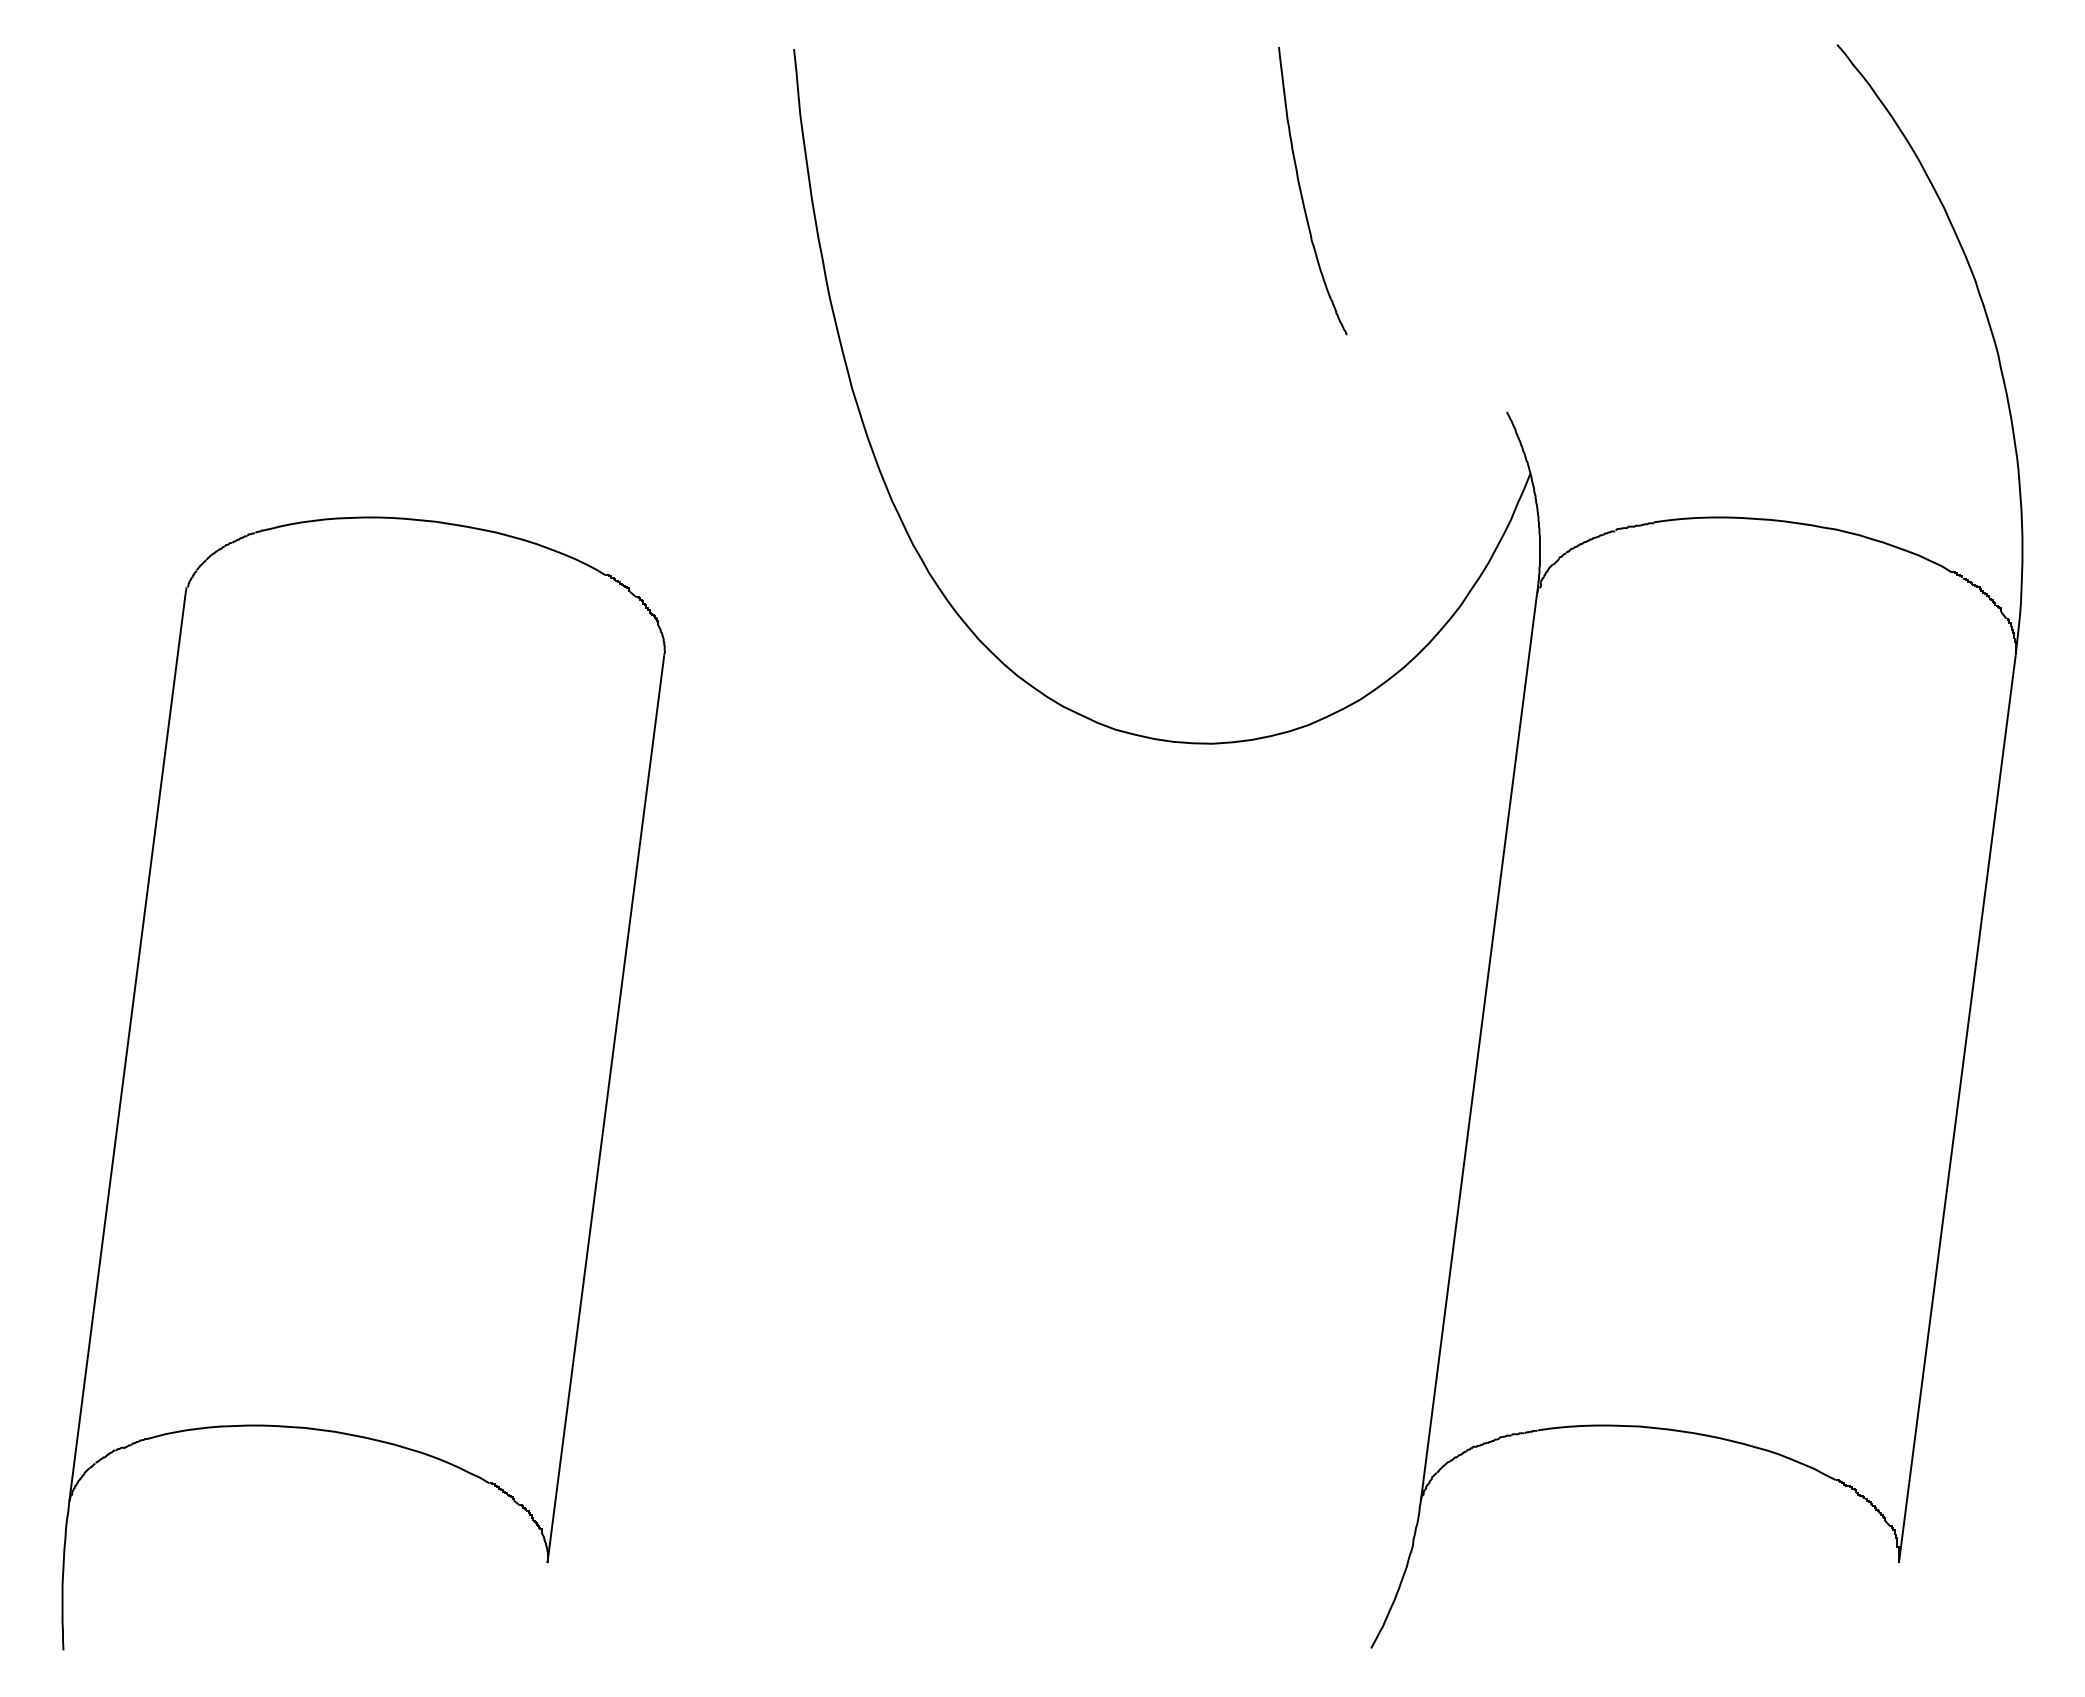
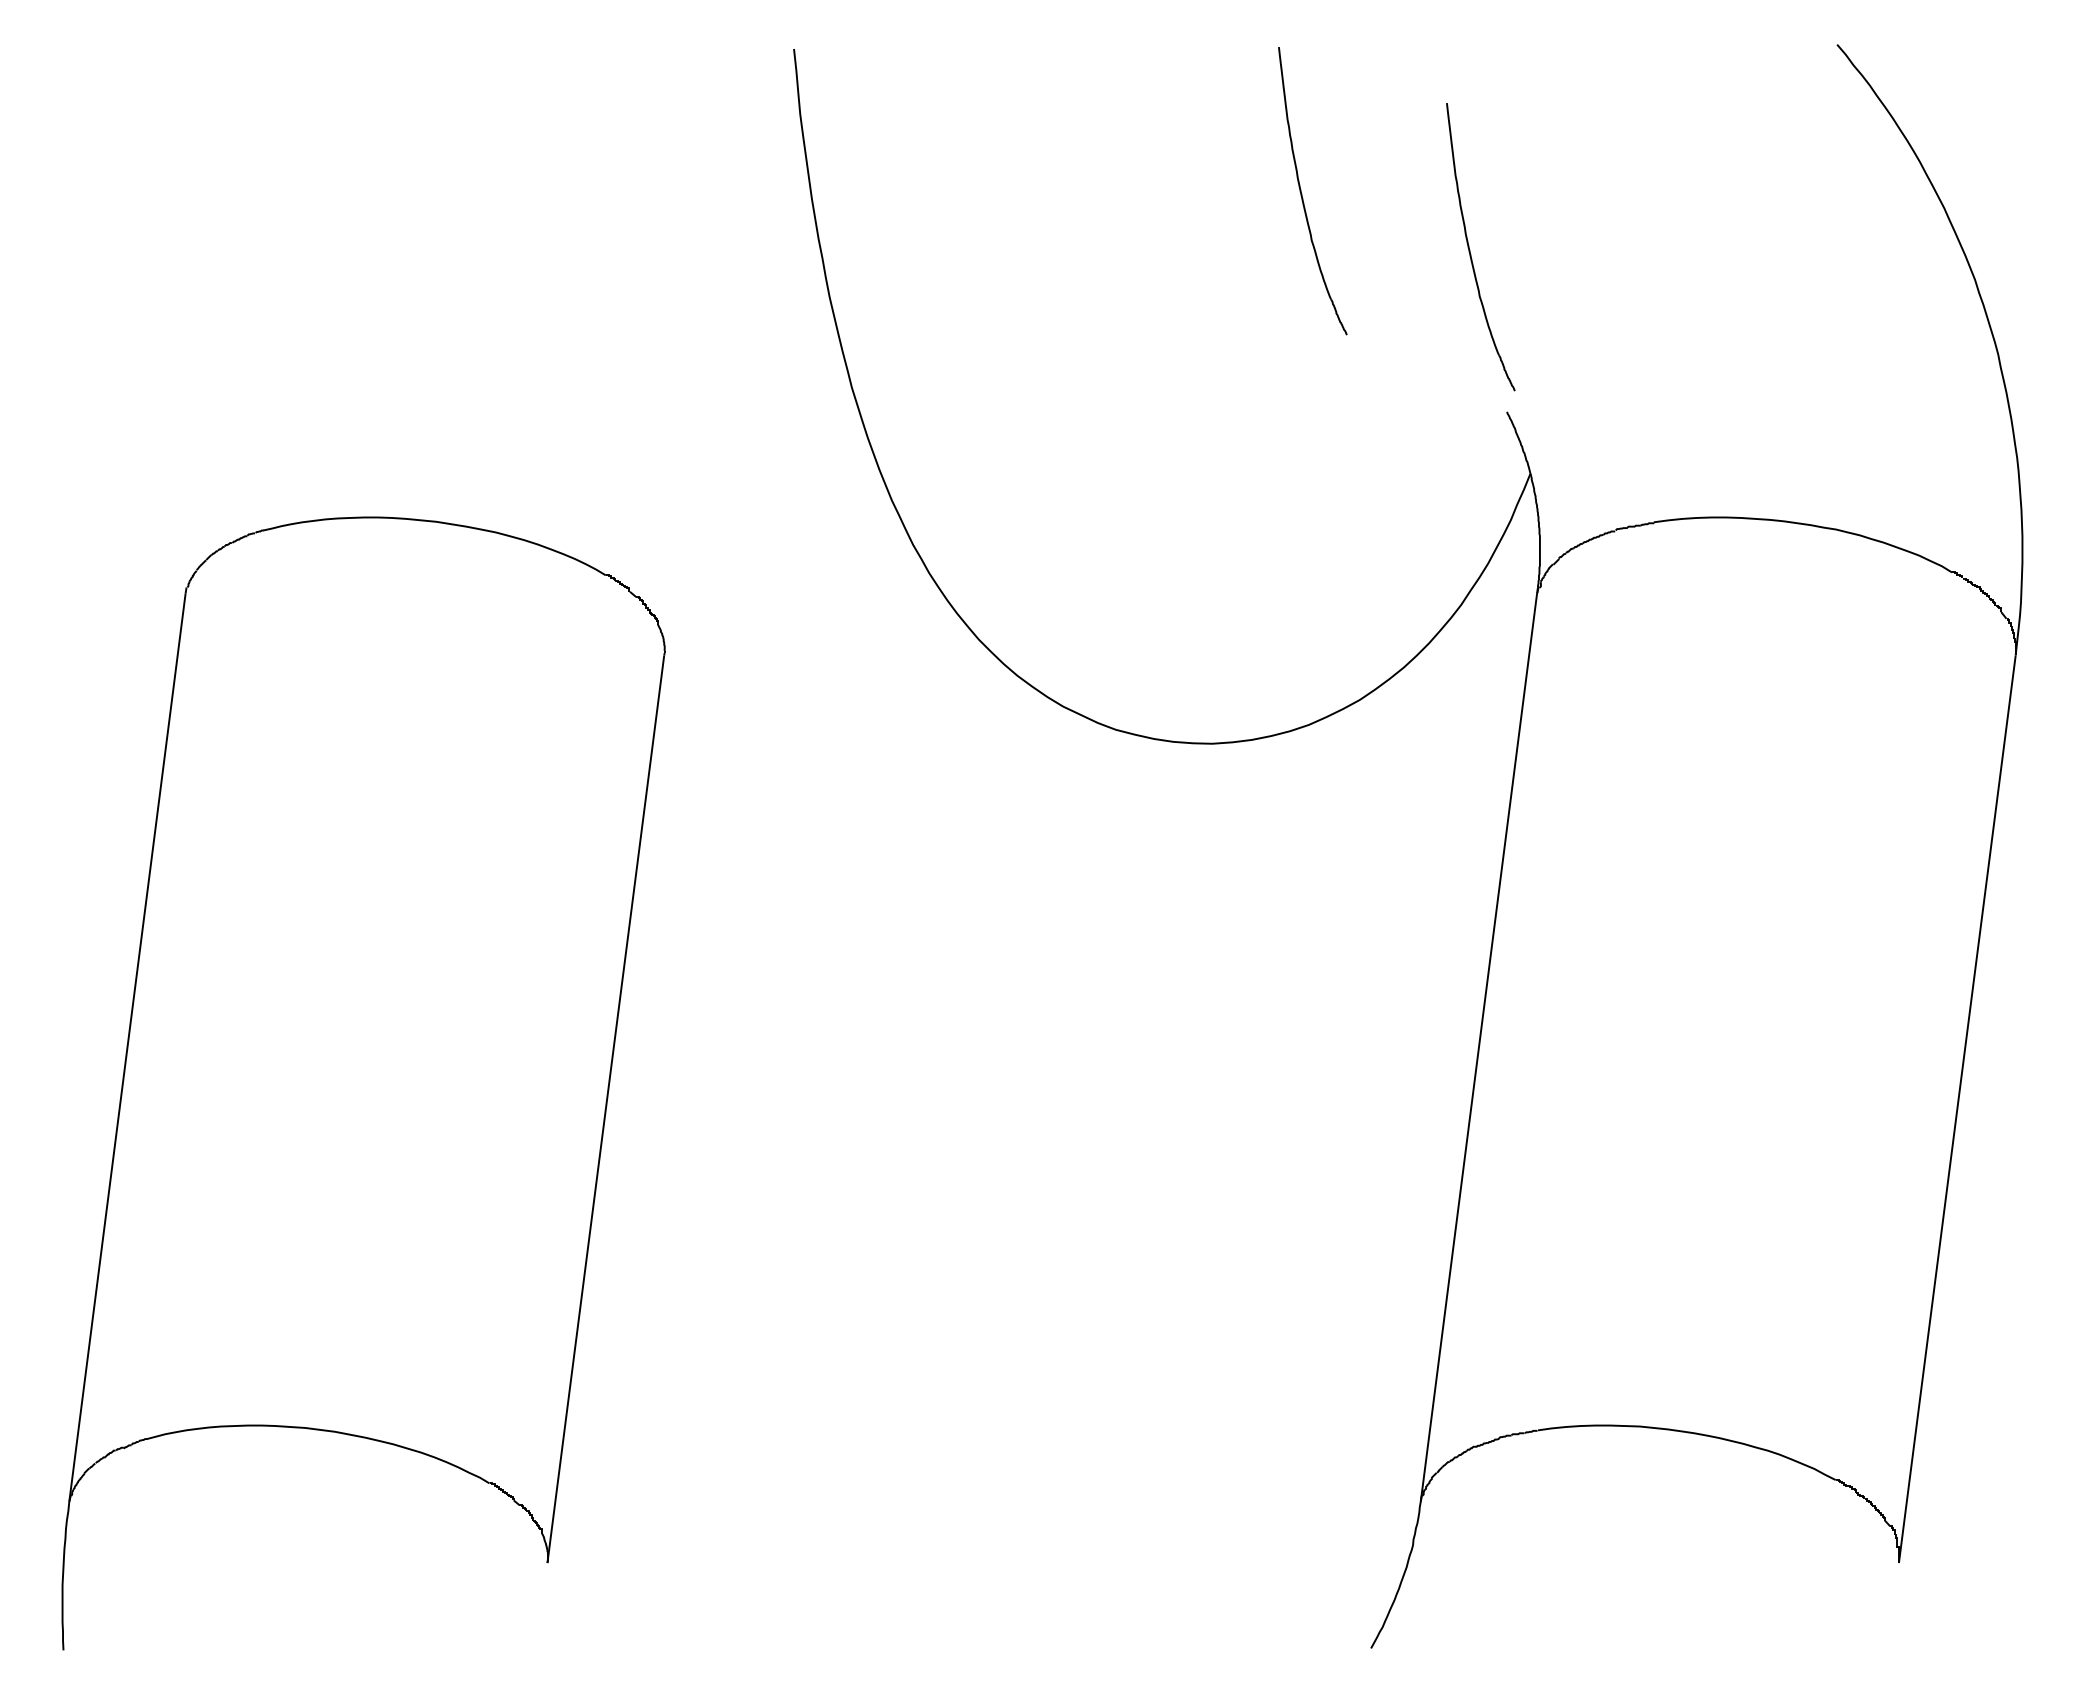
part at (1470, 249): none -> present
